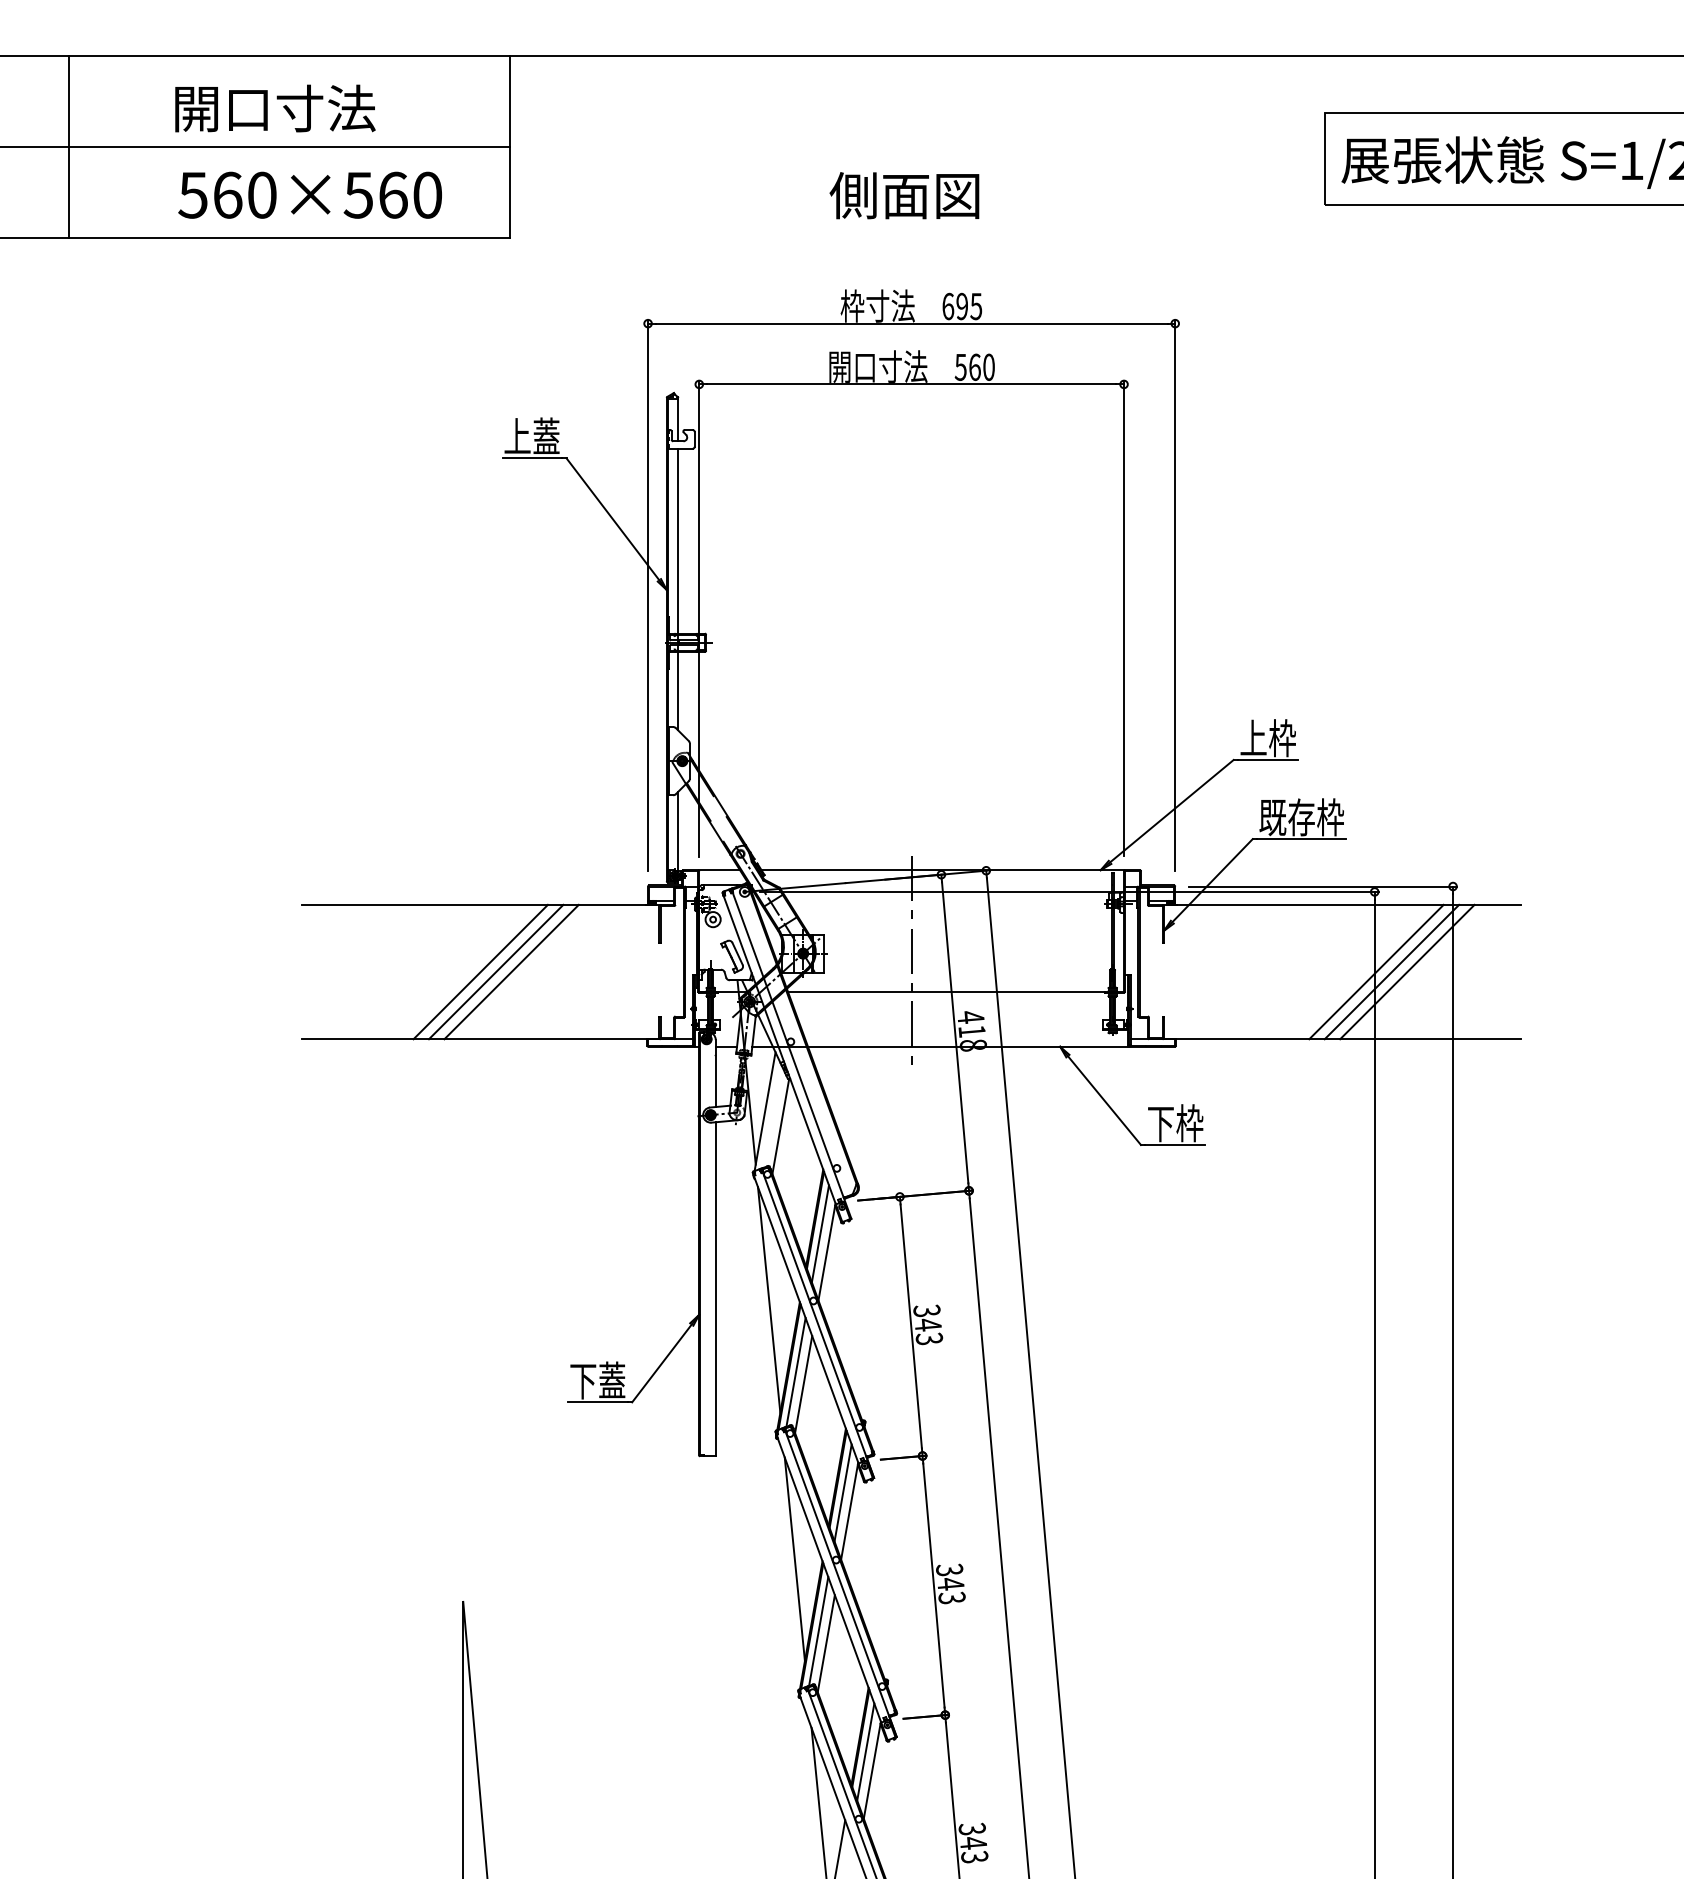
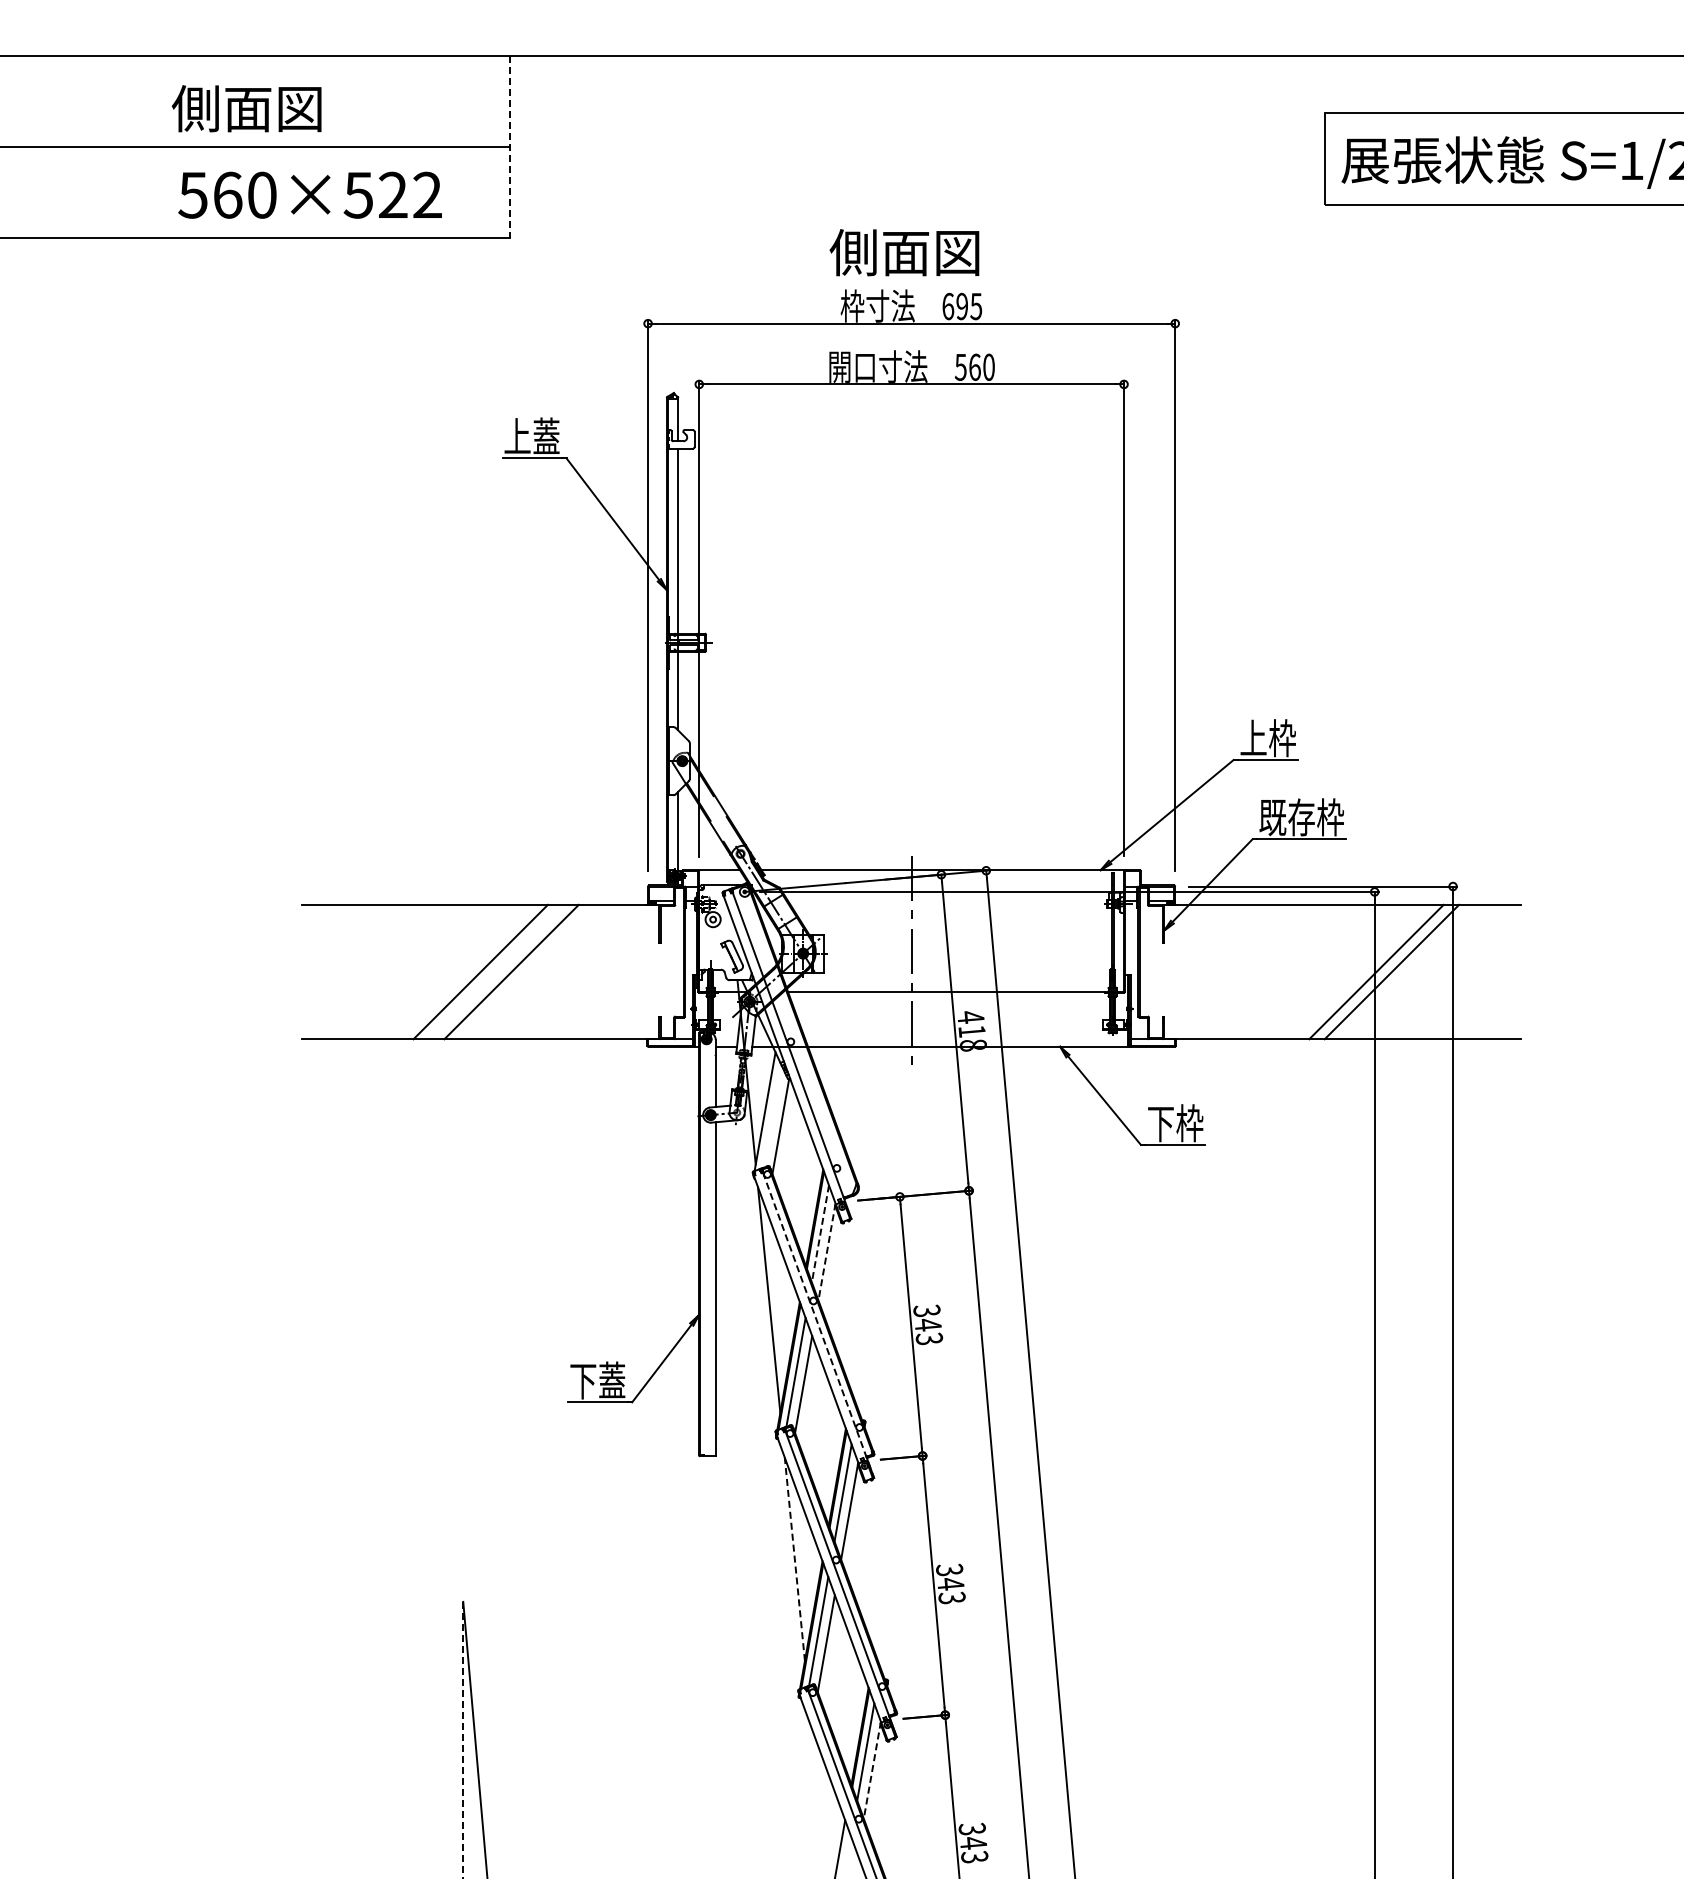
text at (273, 108): 開口寸法 -> 側面図
line at (69, 147): present -> none
line at (509, 147): solid -> dashed
text at (410, 194): 560×560 -> 560×522
text at (904, 195) position: (904, 195) -> (904, 252)
line at (495, 971): present -> none
line at (1407, 971): present -> none
line at (820, 1234): solid -> dashed
line at (826, 1252): solid -> dashed
line at (818, 1325): solid -> dashed
line at (794, 1558): solid -> dashed
line at (463, 1740): solid -> dashed
line at (872, 1770): solid -> dashed
line at (818, 1801): present -> none
